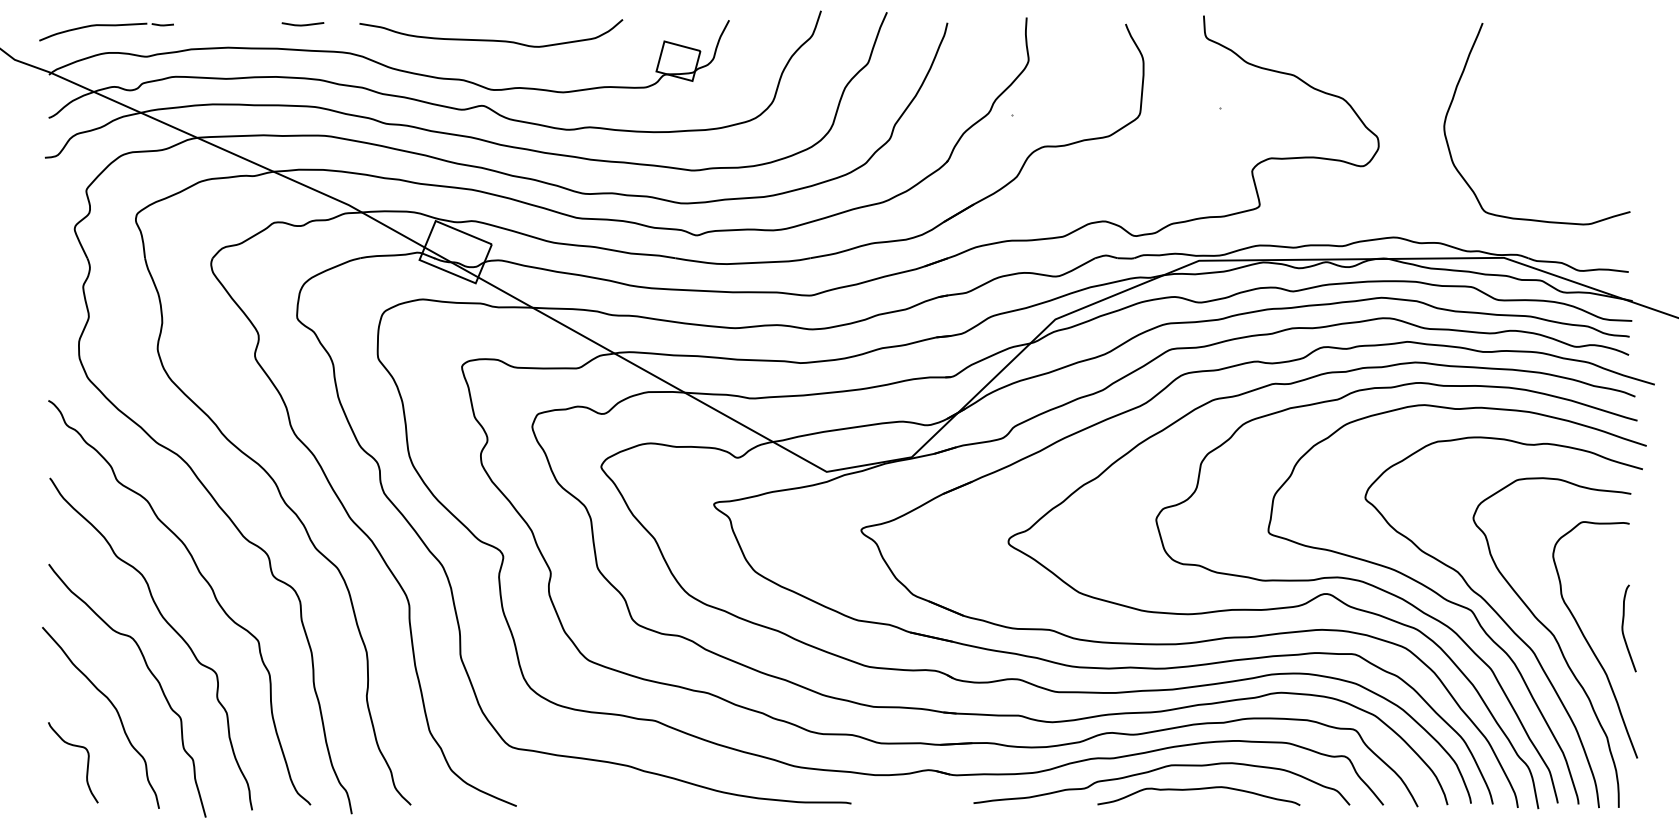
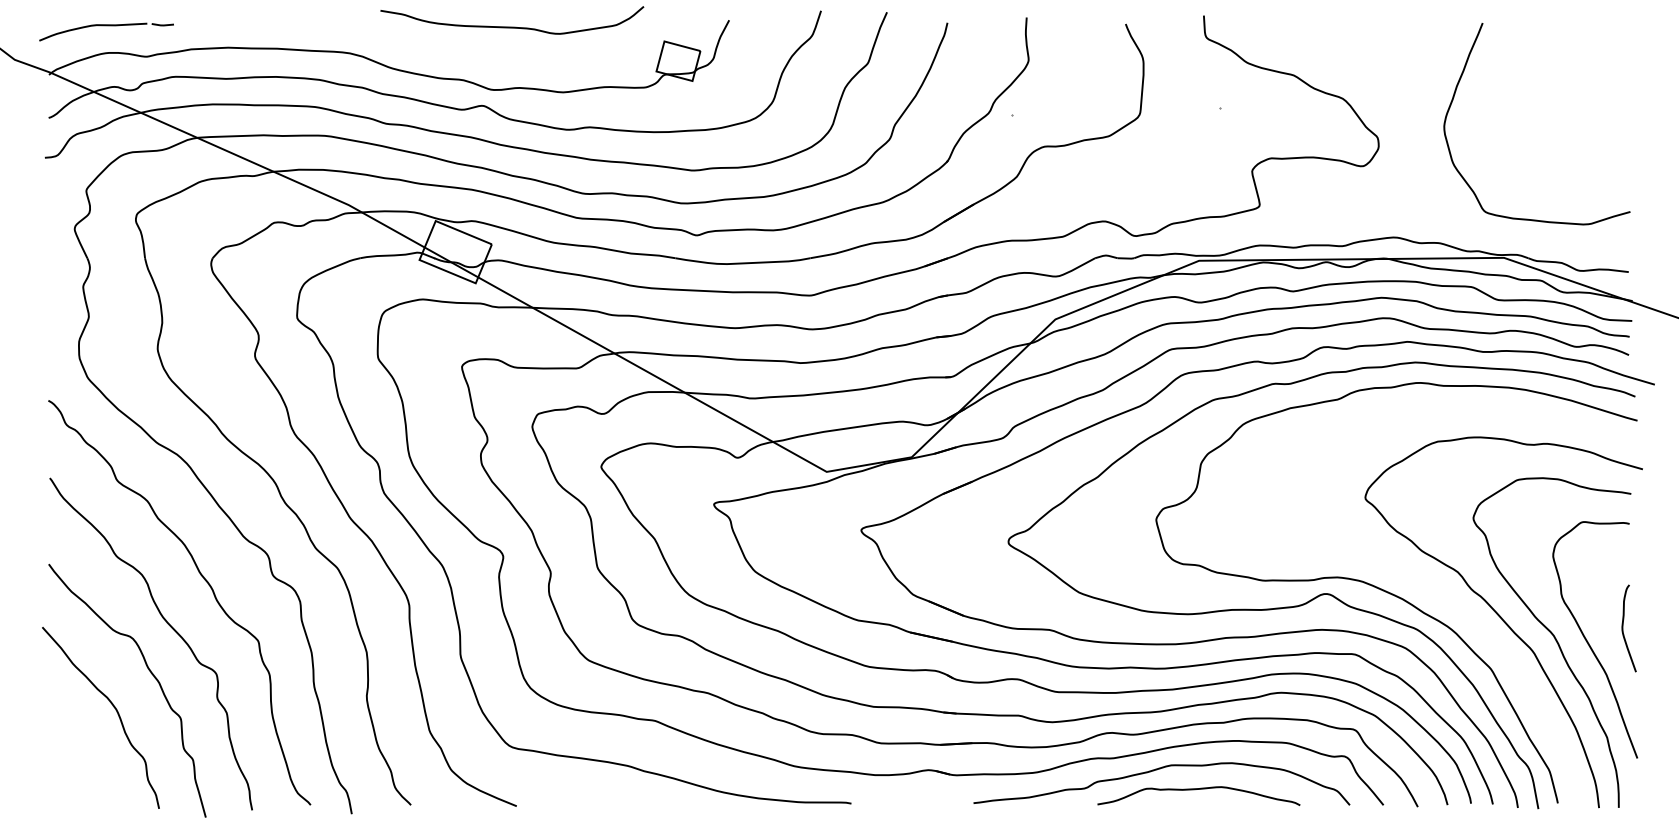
line at (302, 24): present -> none
curve at (491, 39) position: (491, 39) -> (512, 26)
curve at (1456, 604): present -> none
curve at (87, 762): present -> none
